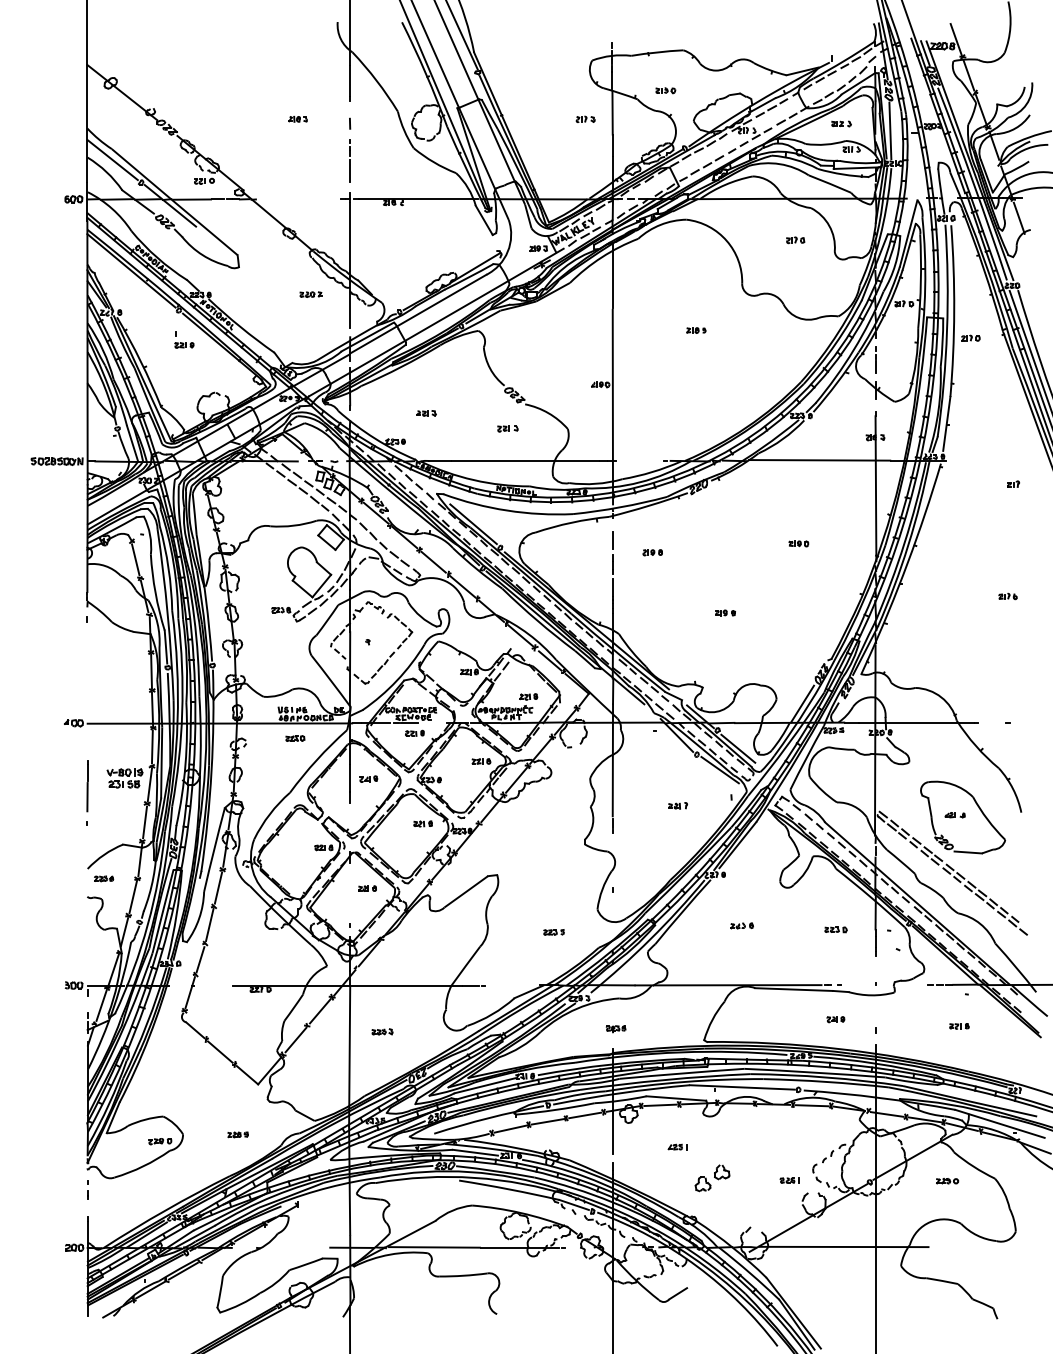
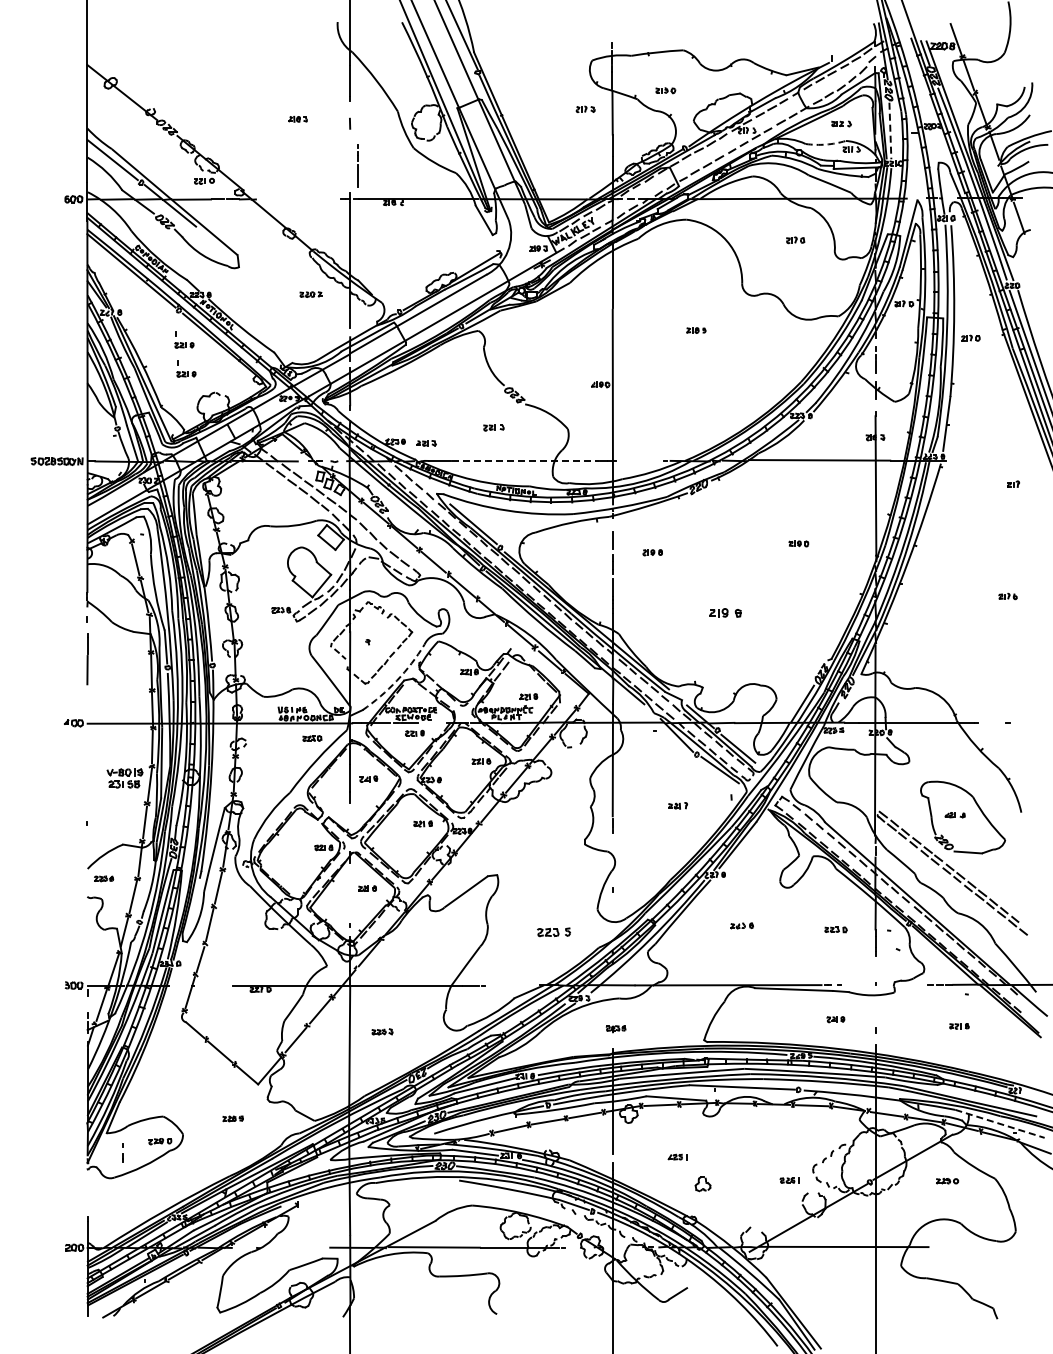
part at (585, 118) position: (585, 118) -> (585, 108)
line at (890, 131): solid -> dashed
arc at (825, 144): solid -> dashed
line at (349, 160) position: (349, 160) -> (357, 165)
part at (186, 368): none -> present
part at (426, 413) position: (426, 413) -> (426, 443)
part at (507, 428) position: (507, 428) -> (493, 427)
line at (525, 461): solid -> dashed
part at (725, 612) size: 21x8 px -> 33x10 px
arc at (397, 680): solid -> dashed
part at (295, 738) position: (295, 738) -> (312, 738)
line at (87, 786) position: (87, 786) -> (87, 659)
part at (553, 932) size: 22x7 px -> 34x11 px
line at (1000, 1123): solid -> dashed
part at (237, 1134) position: (237, 1134) -> (232, 1118)
part at (677, 1146) position: (677, 1146) -> (677, 1156)
part at (722, 1172): present -> none
line at (87, 1190) position: (87, 1190) -> (122, 1153)
